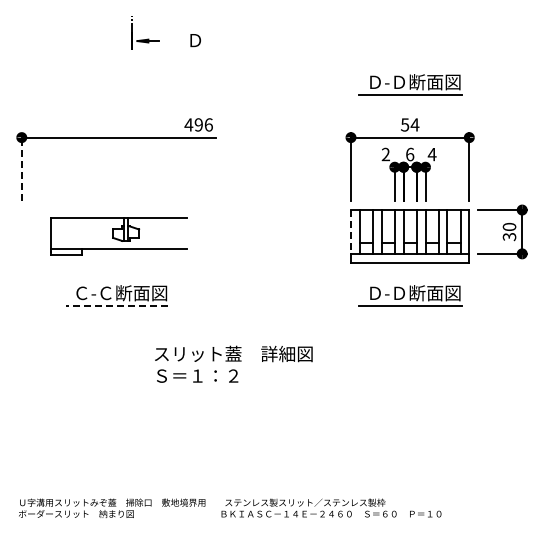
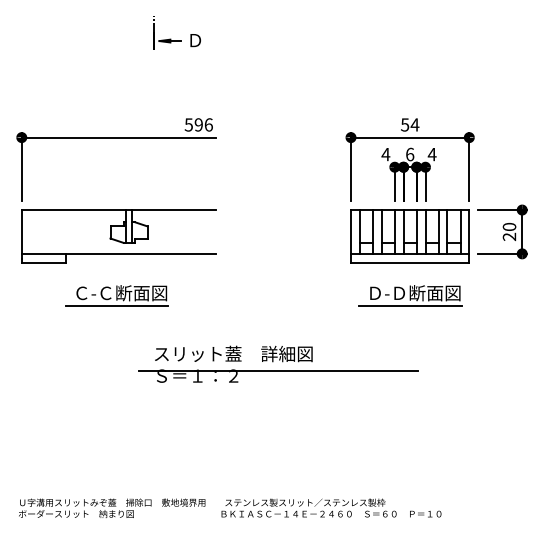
part at (147, 38) position: (147, 38) -> (169, 38)
part at (410, 84): present -> none
text at (188, 124): 496 -> 596
text at (385, 154): 2 -> 4
line at (21, 166): dashed -> solid
line at (351, 231): dashed -> solid
part at (118, 236) size: 138x39 px -> 196x55 px
text at (509, 236): 30 -> 20
line at (116, 306): dashed -> solid
line at (278, 370): none -> present
